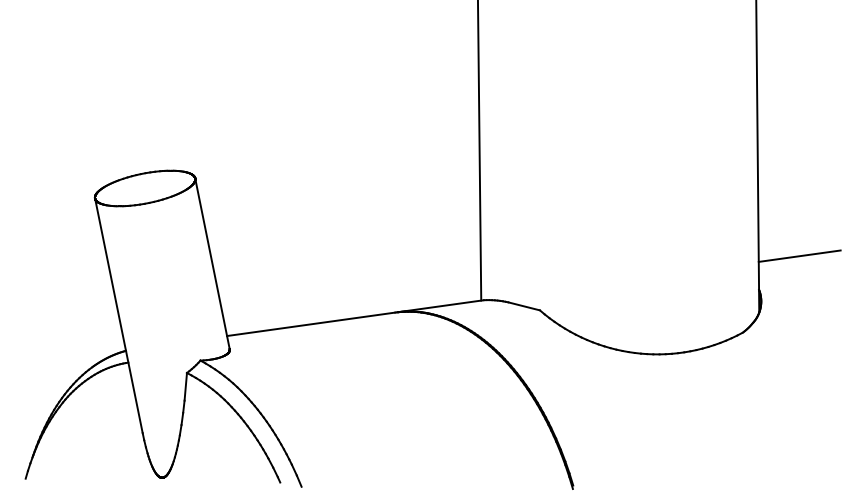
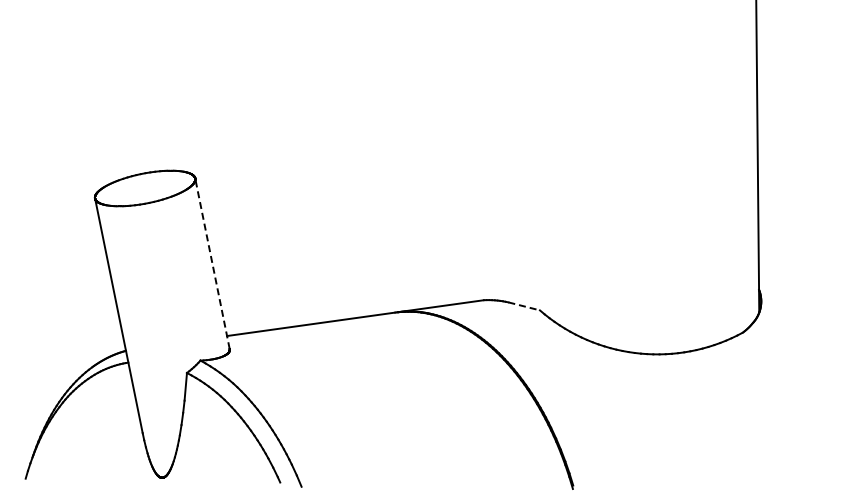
line at (479, 151): present -> none
line at (799, 255): present -> none
line at (212, 263): solid -> dashed
line at (524, 306): solid -> dashed
